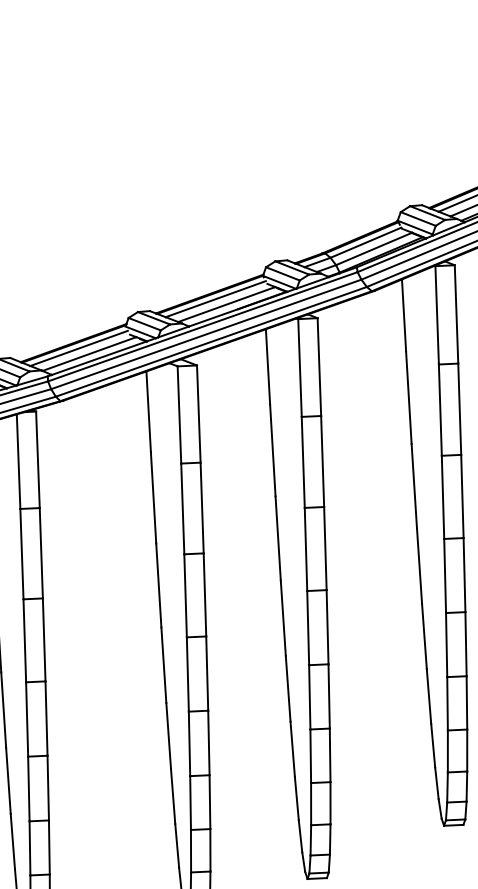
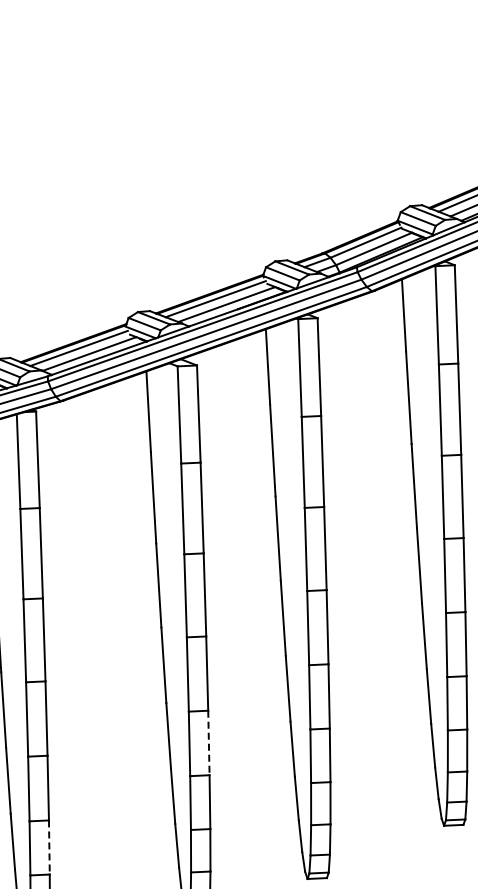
line at (208, 743): solid -> dashed
line at (49, 847): solid -> dashed
